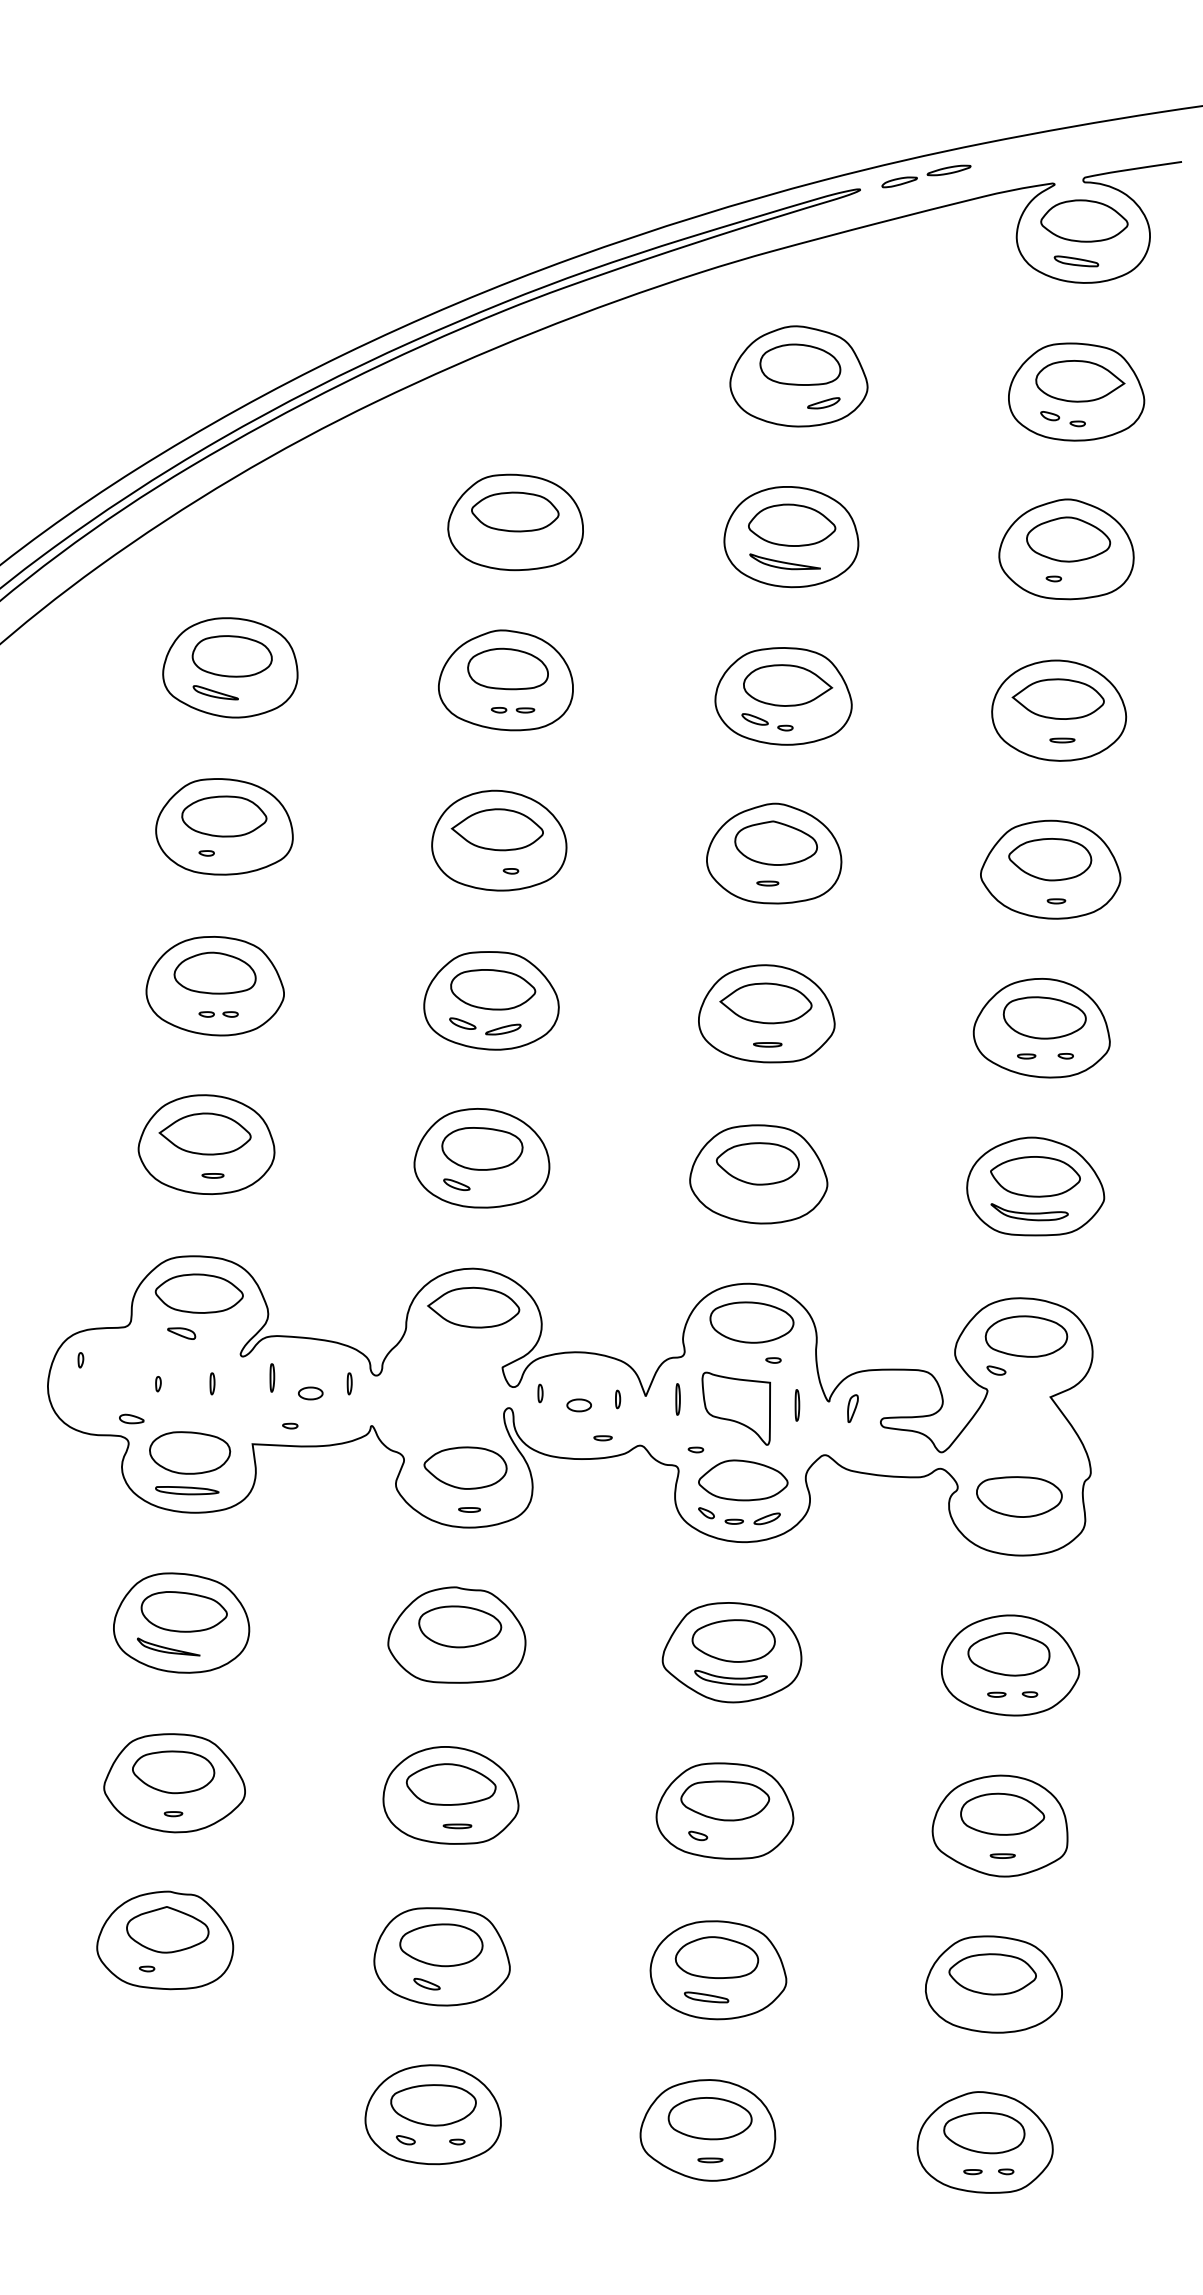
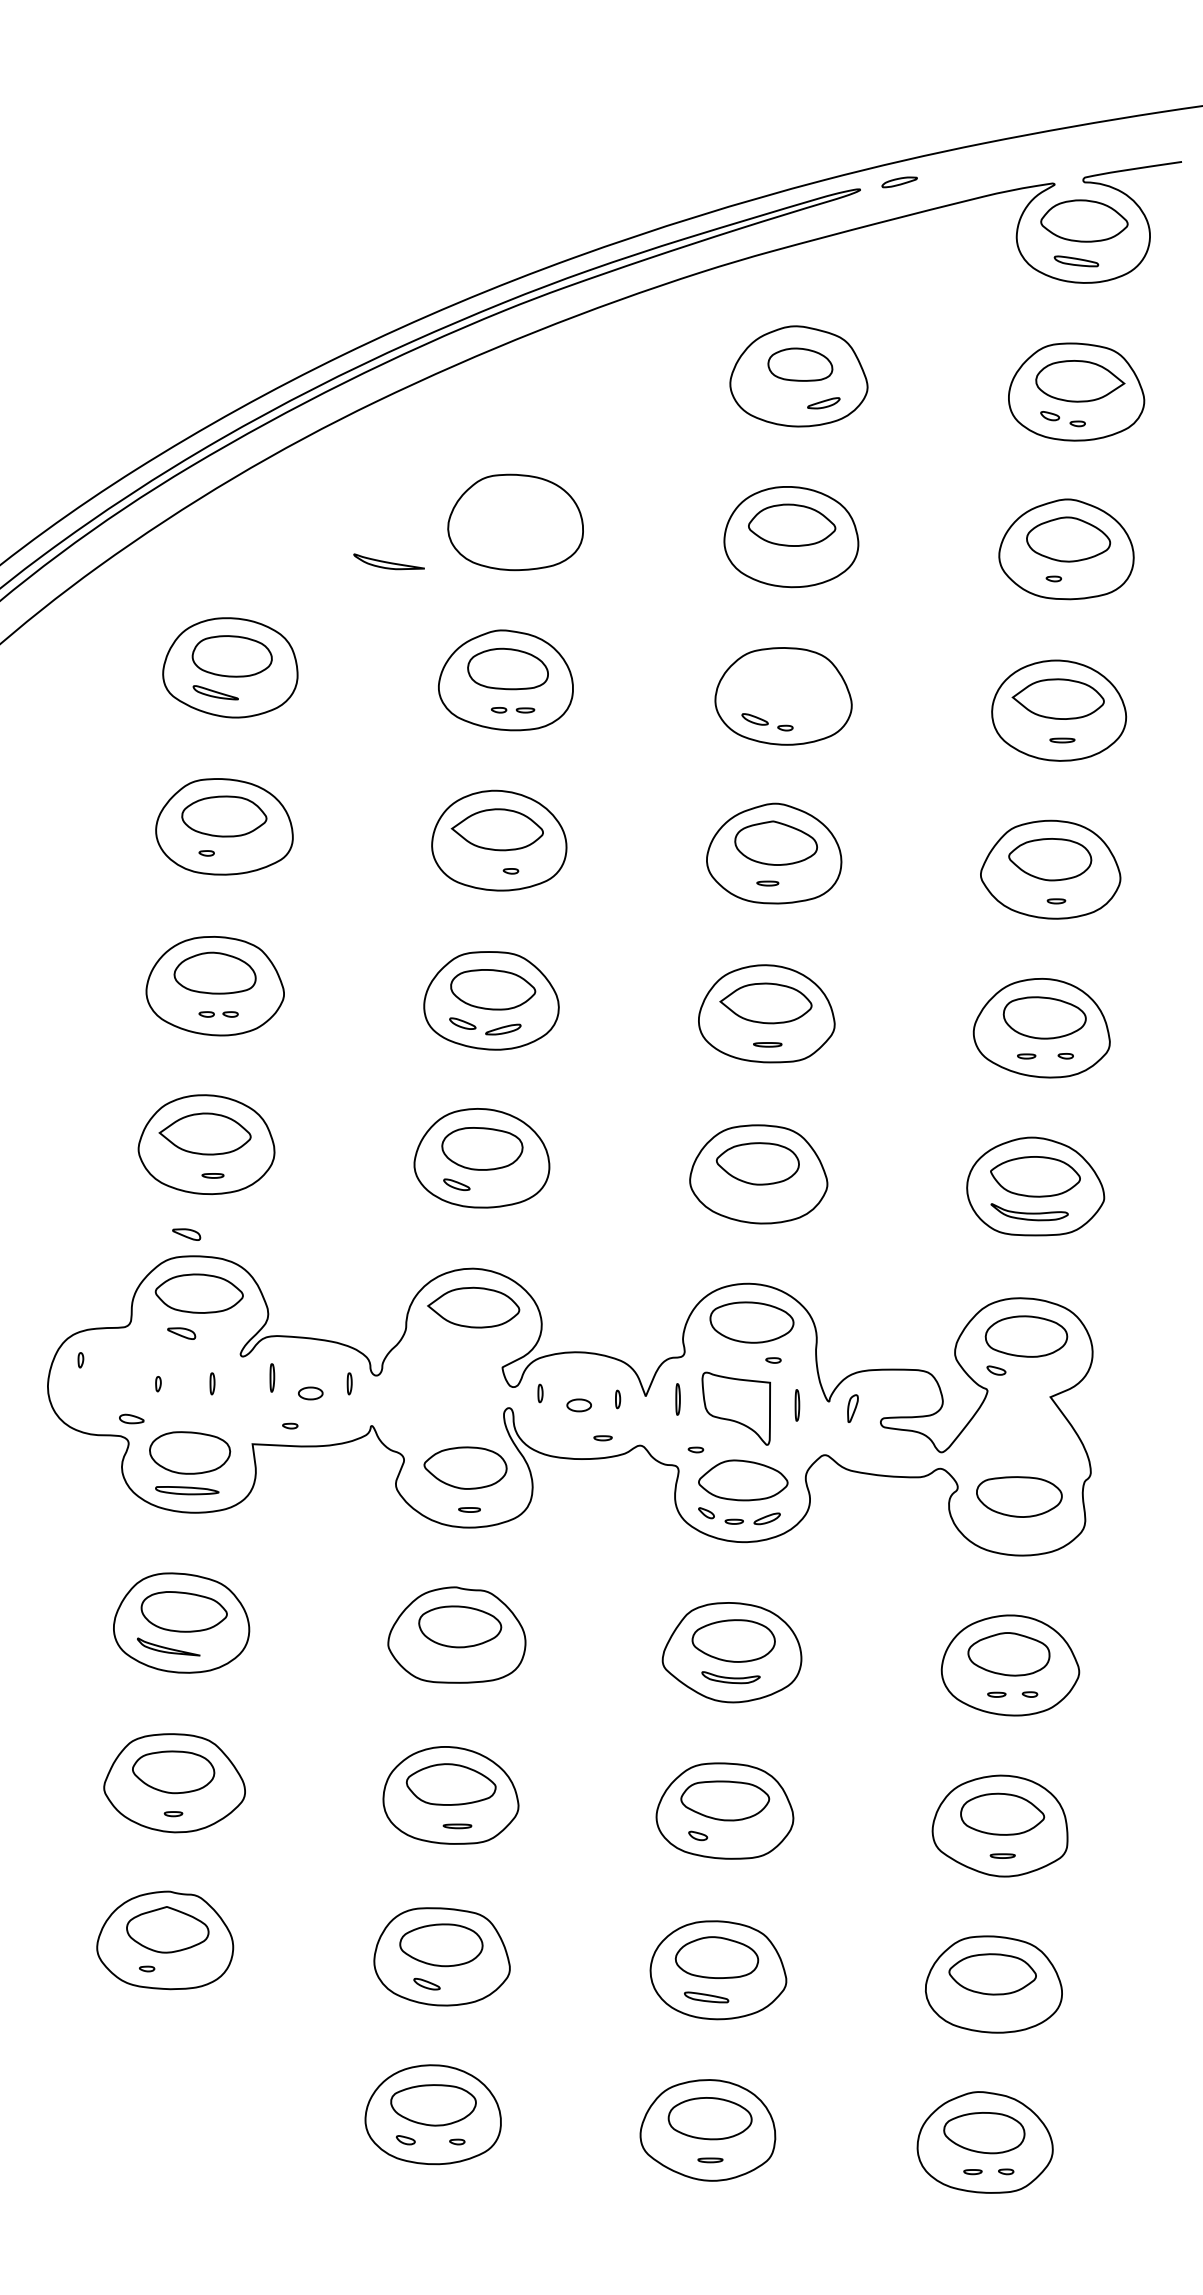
part at (948, 170): present -> none
part at (800, 364) size: 83x43 px -> 67x35 px
part at (515, 511): present -> none
part at (784, 561) position: (784, 561) -> (388, 561)
part at (788, 685): present -> none
part at (186, 1234): none -> present
part at (730, 1677) size: 74x17 px -> 60x14 px
